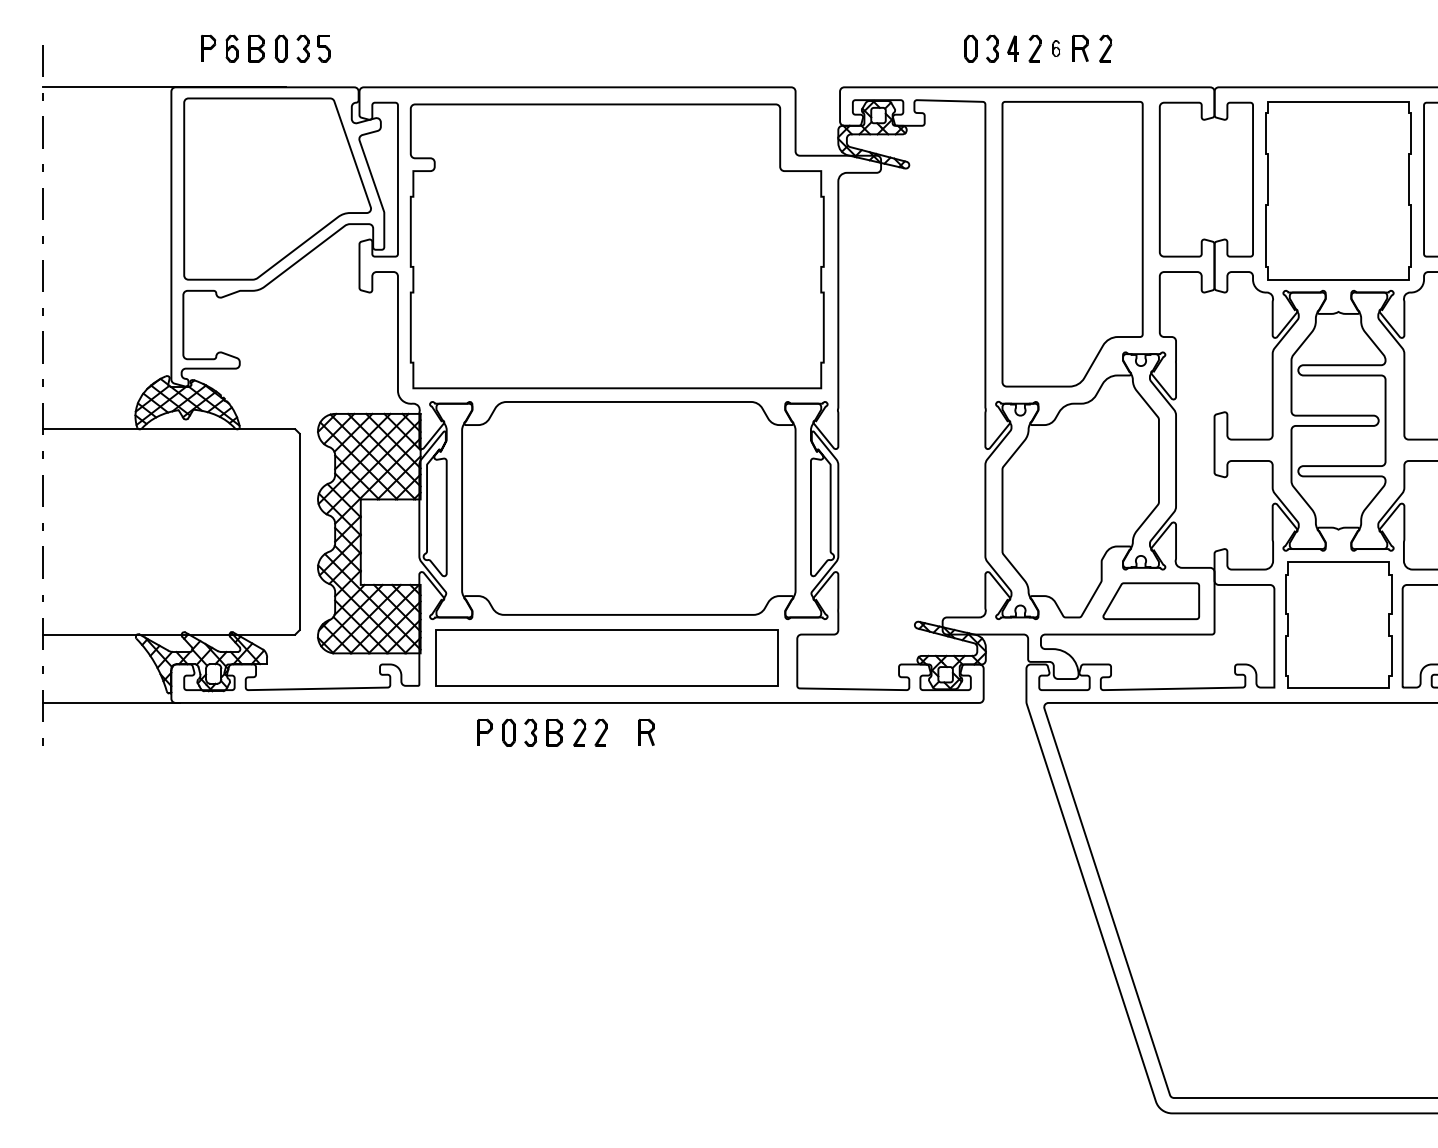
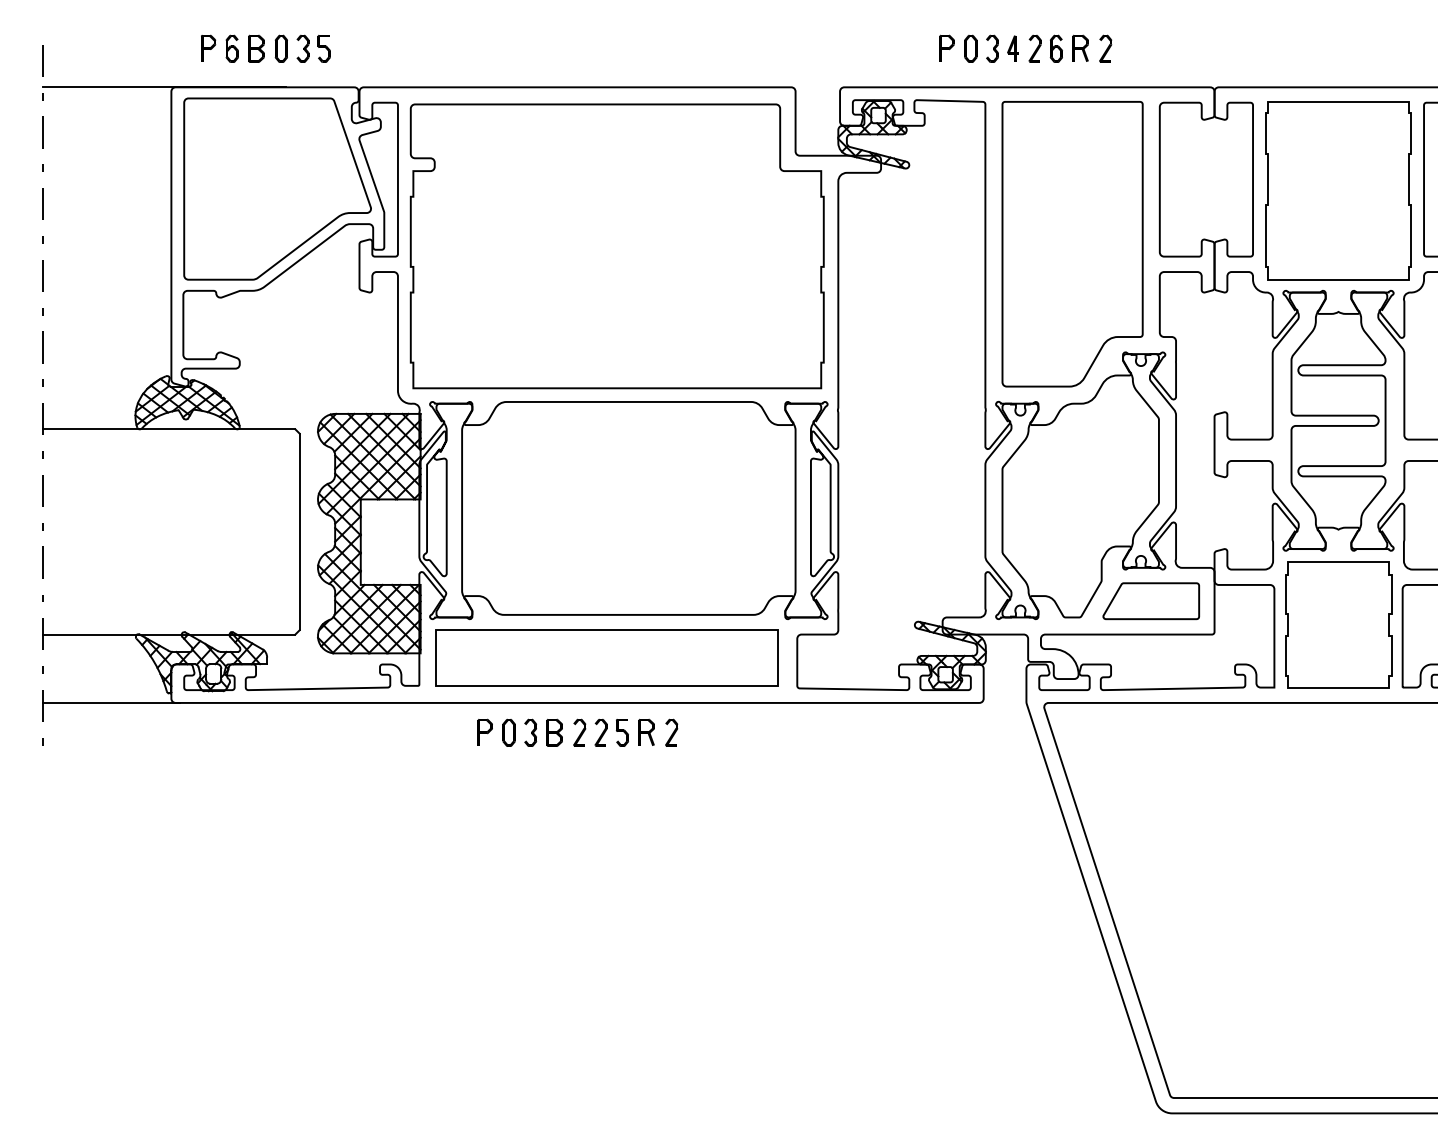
part at (946, 47): none -> present
part at (1056, 48) size: 9x17 px -> 14x29 px
part at (622, 732): none -> present
part at (671, 732): none -> present
